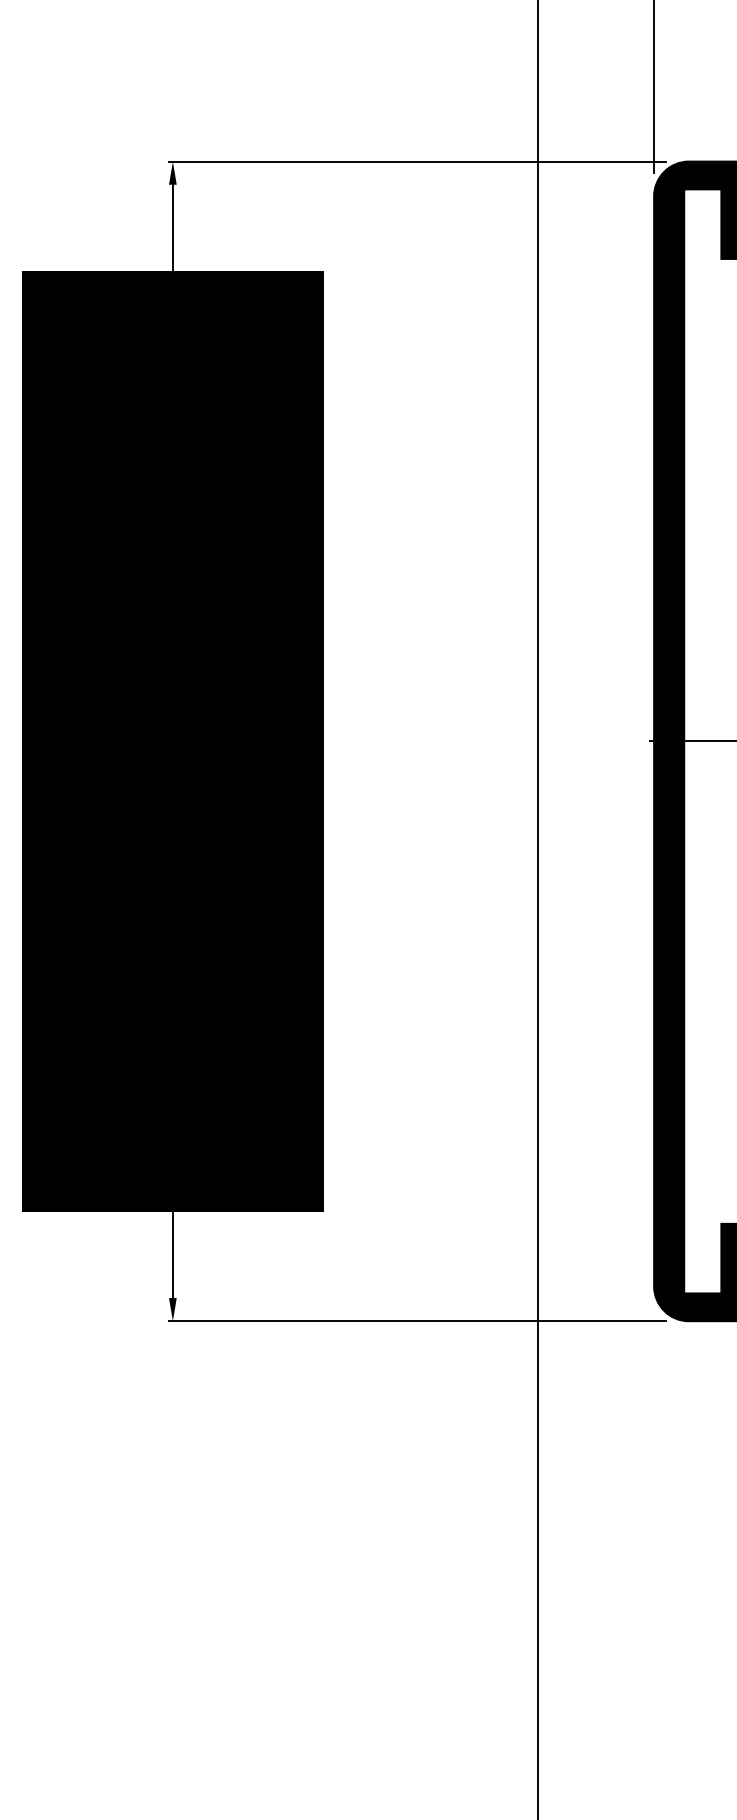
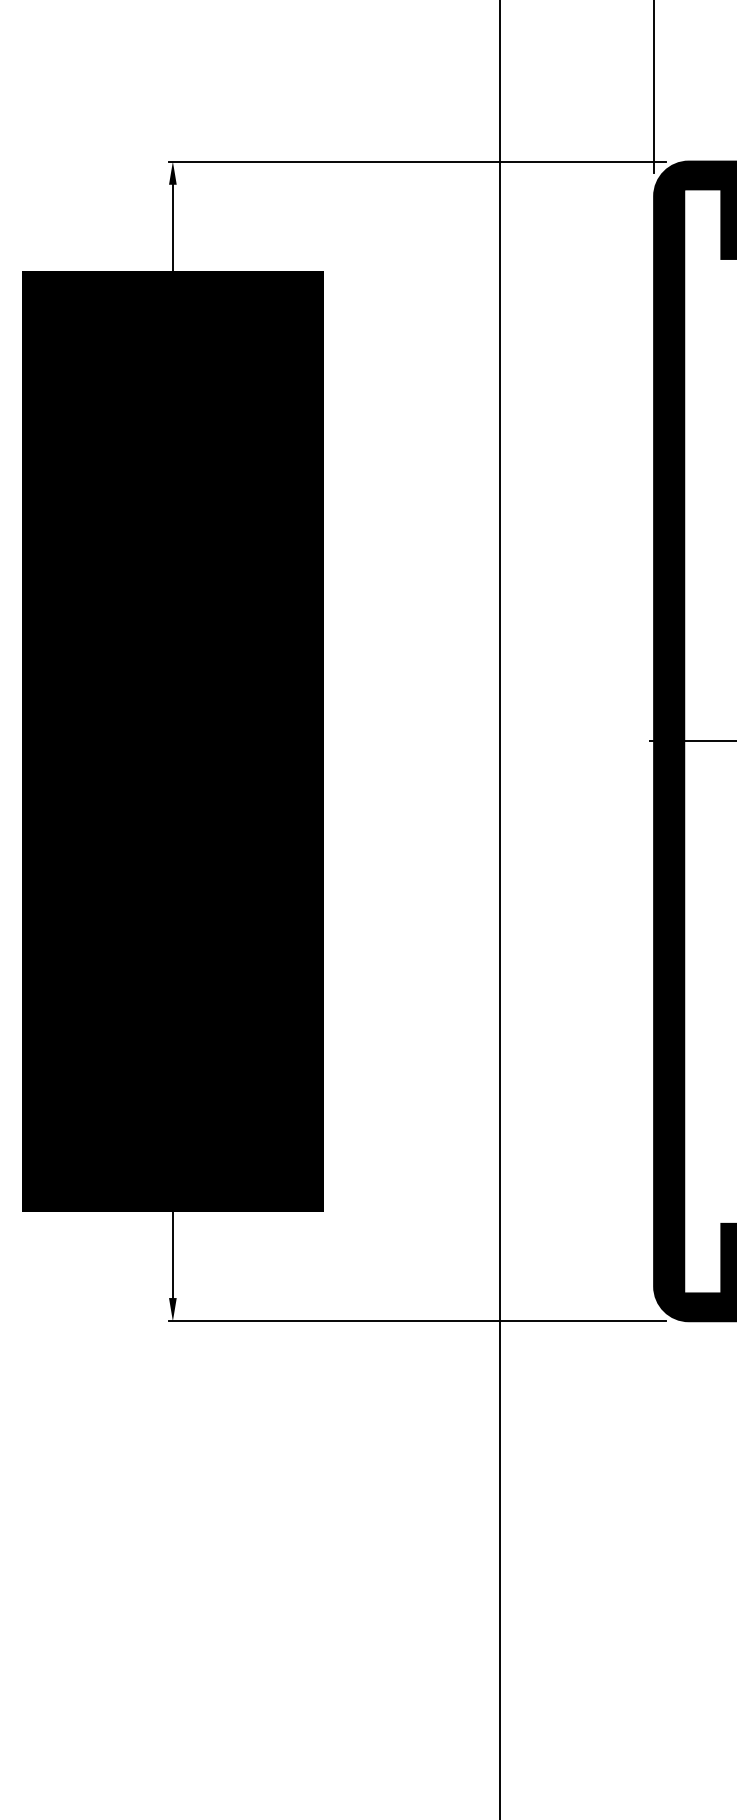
line at (538, 909) position: (538, 909) -> (500, 909)
